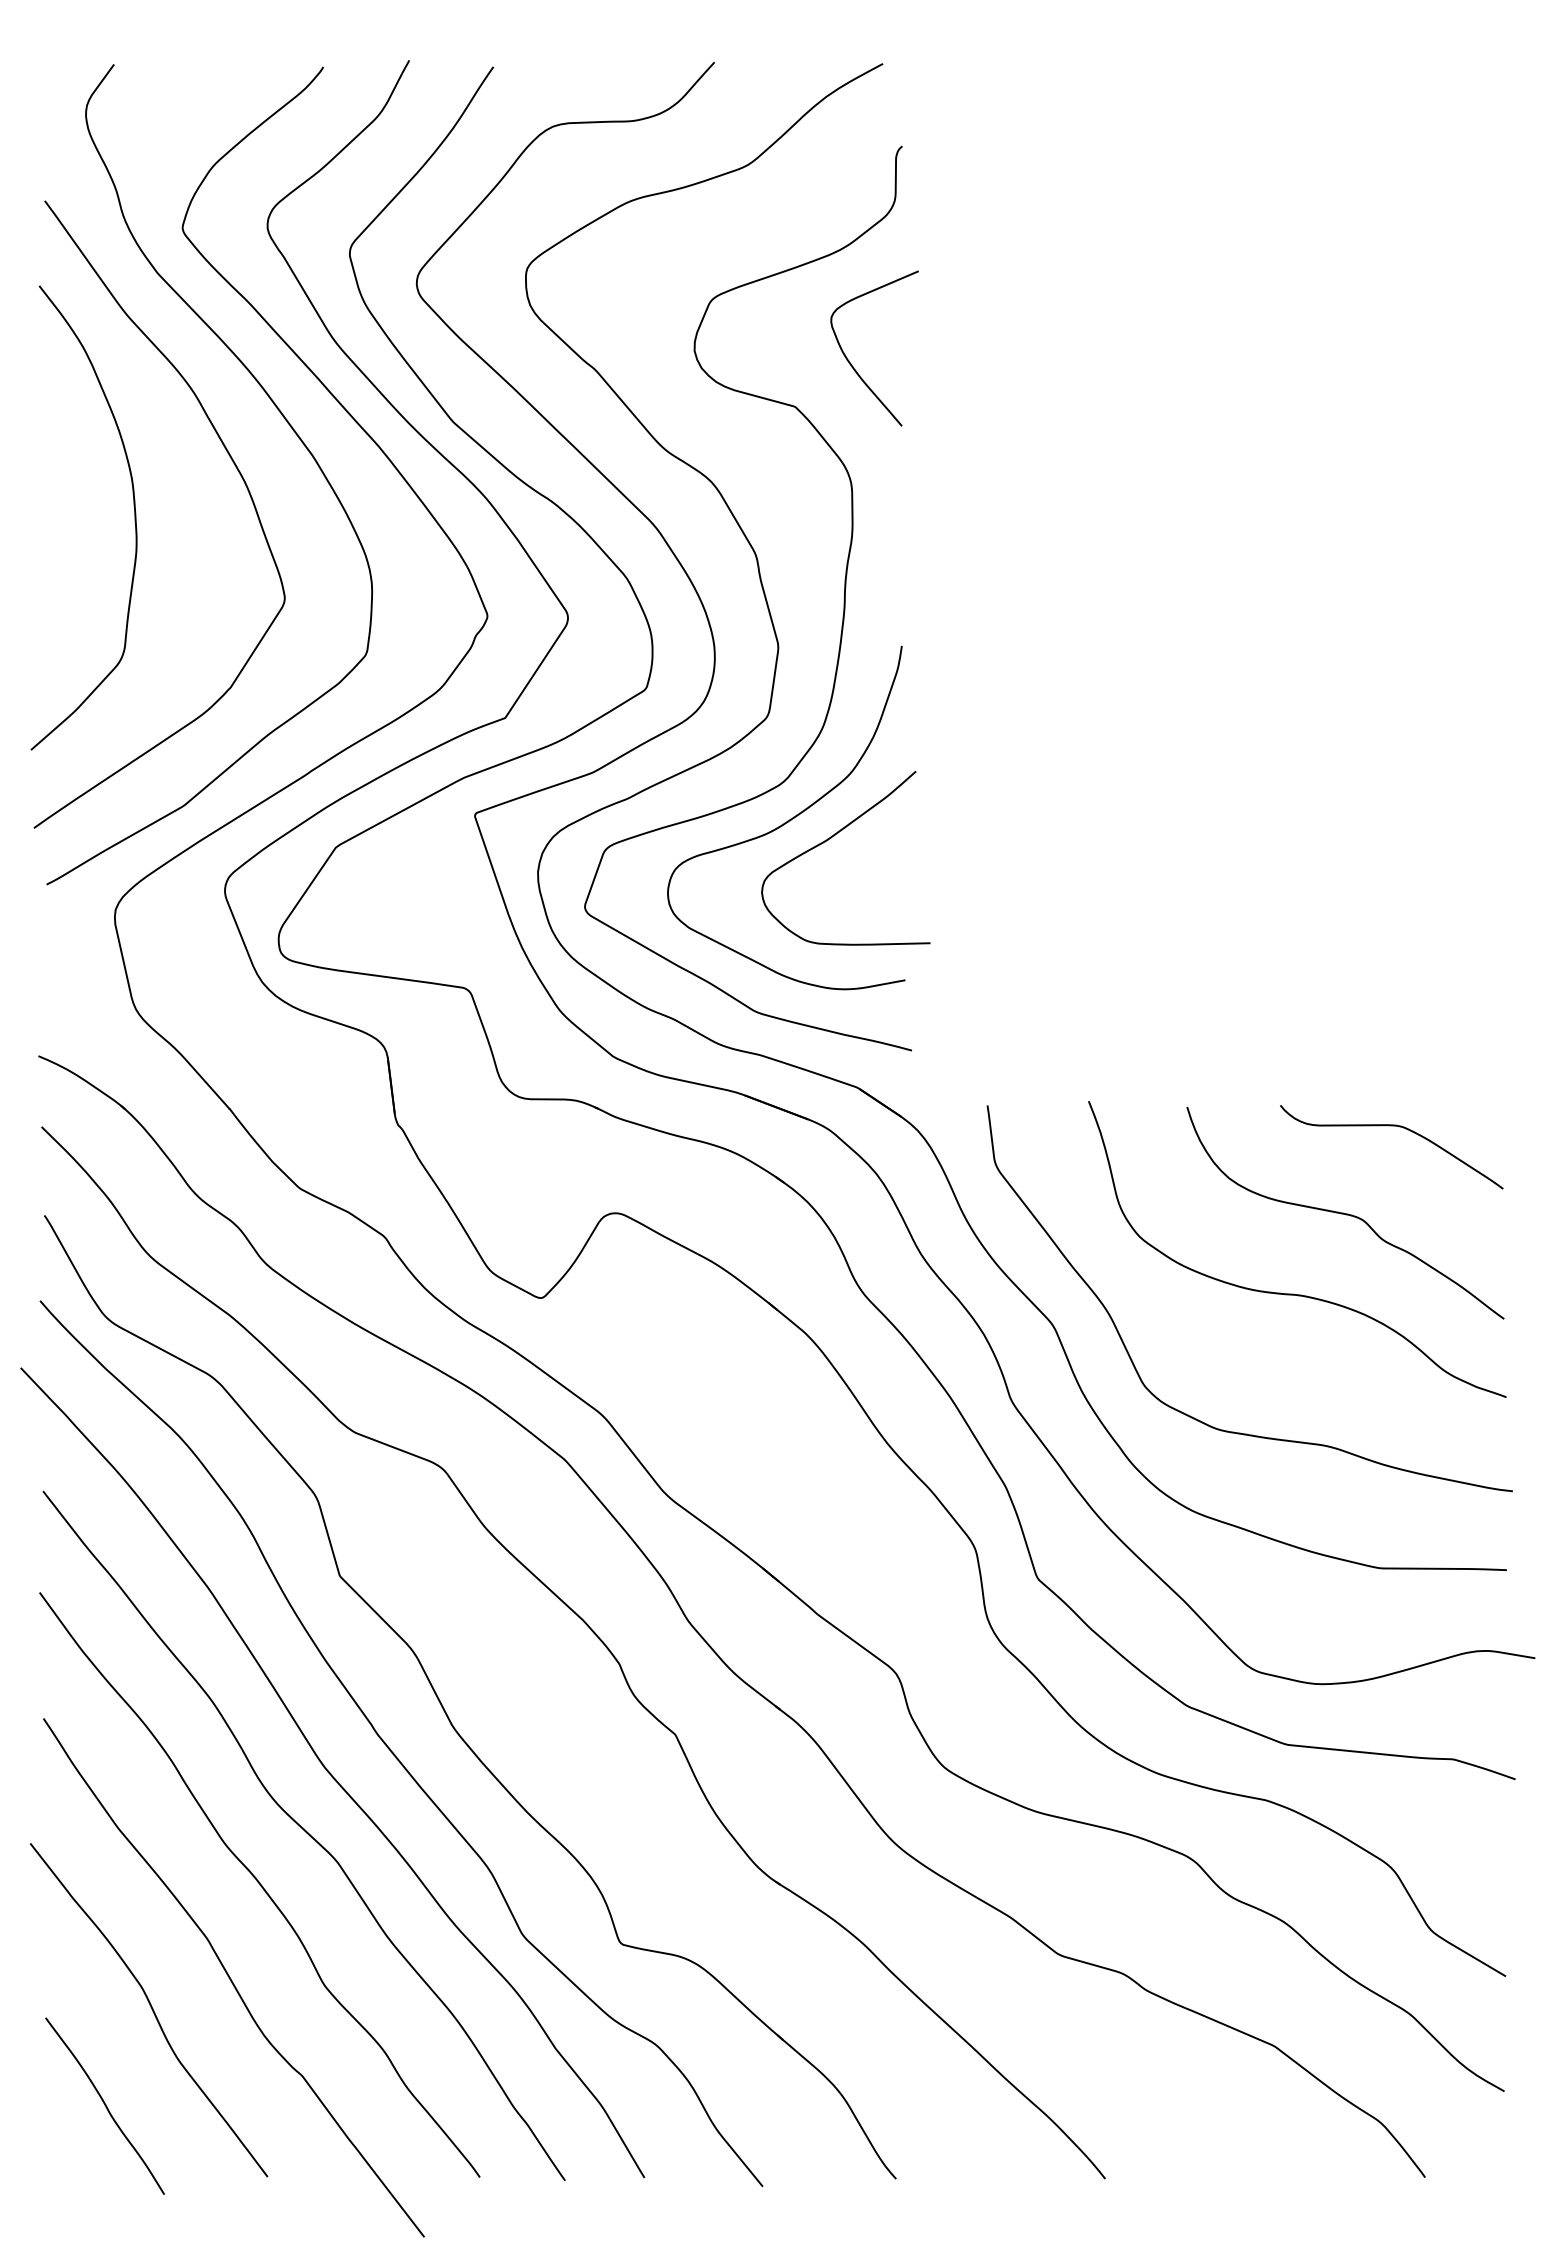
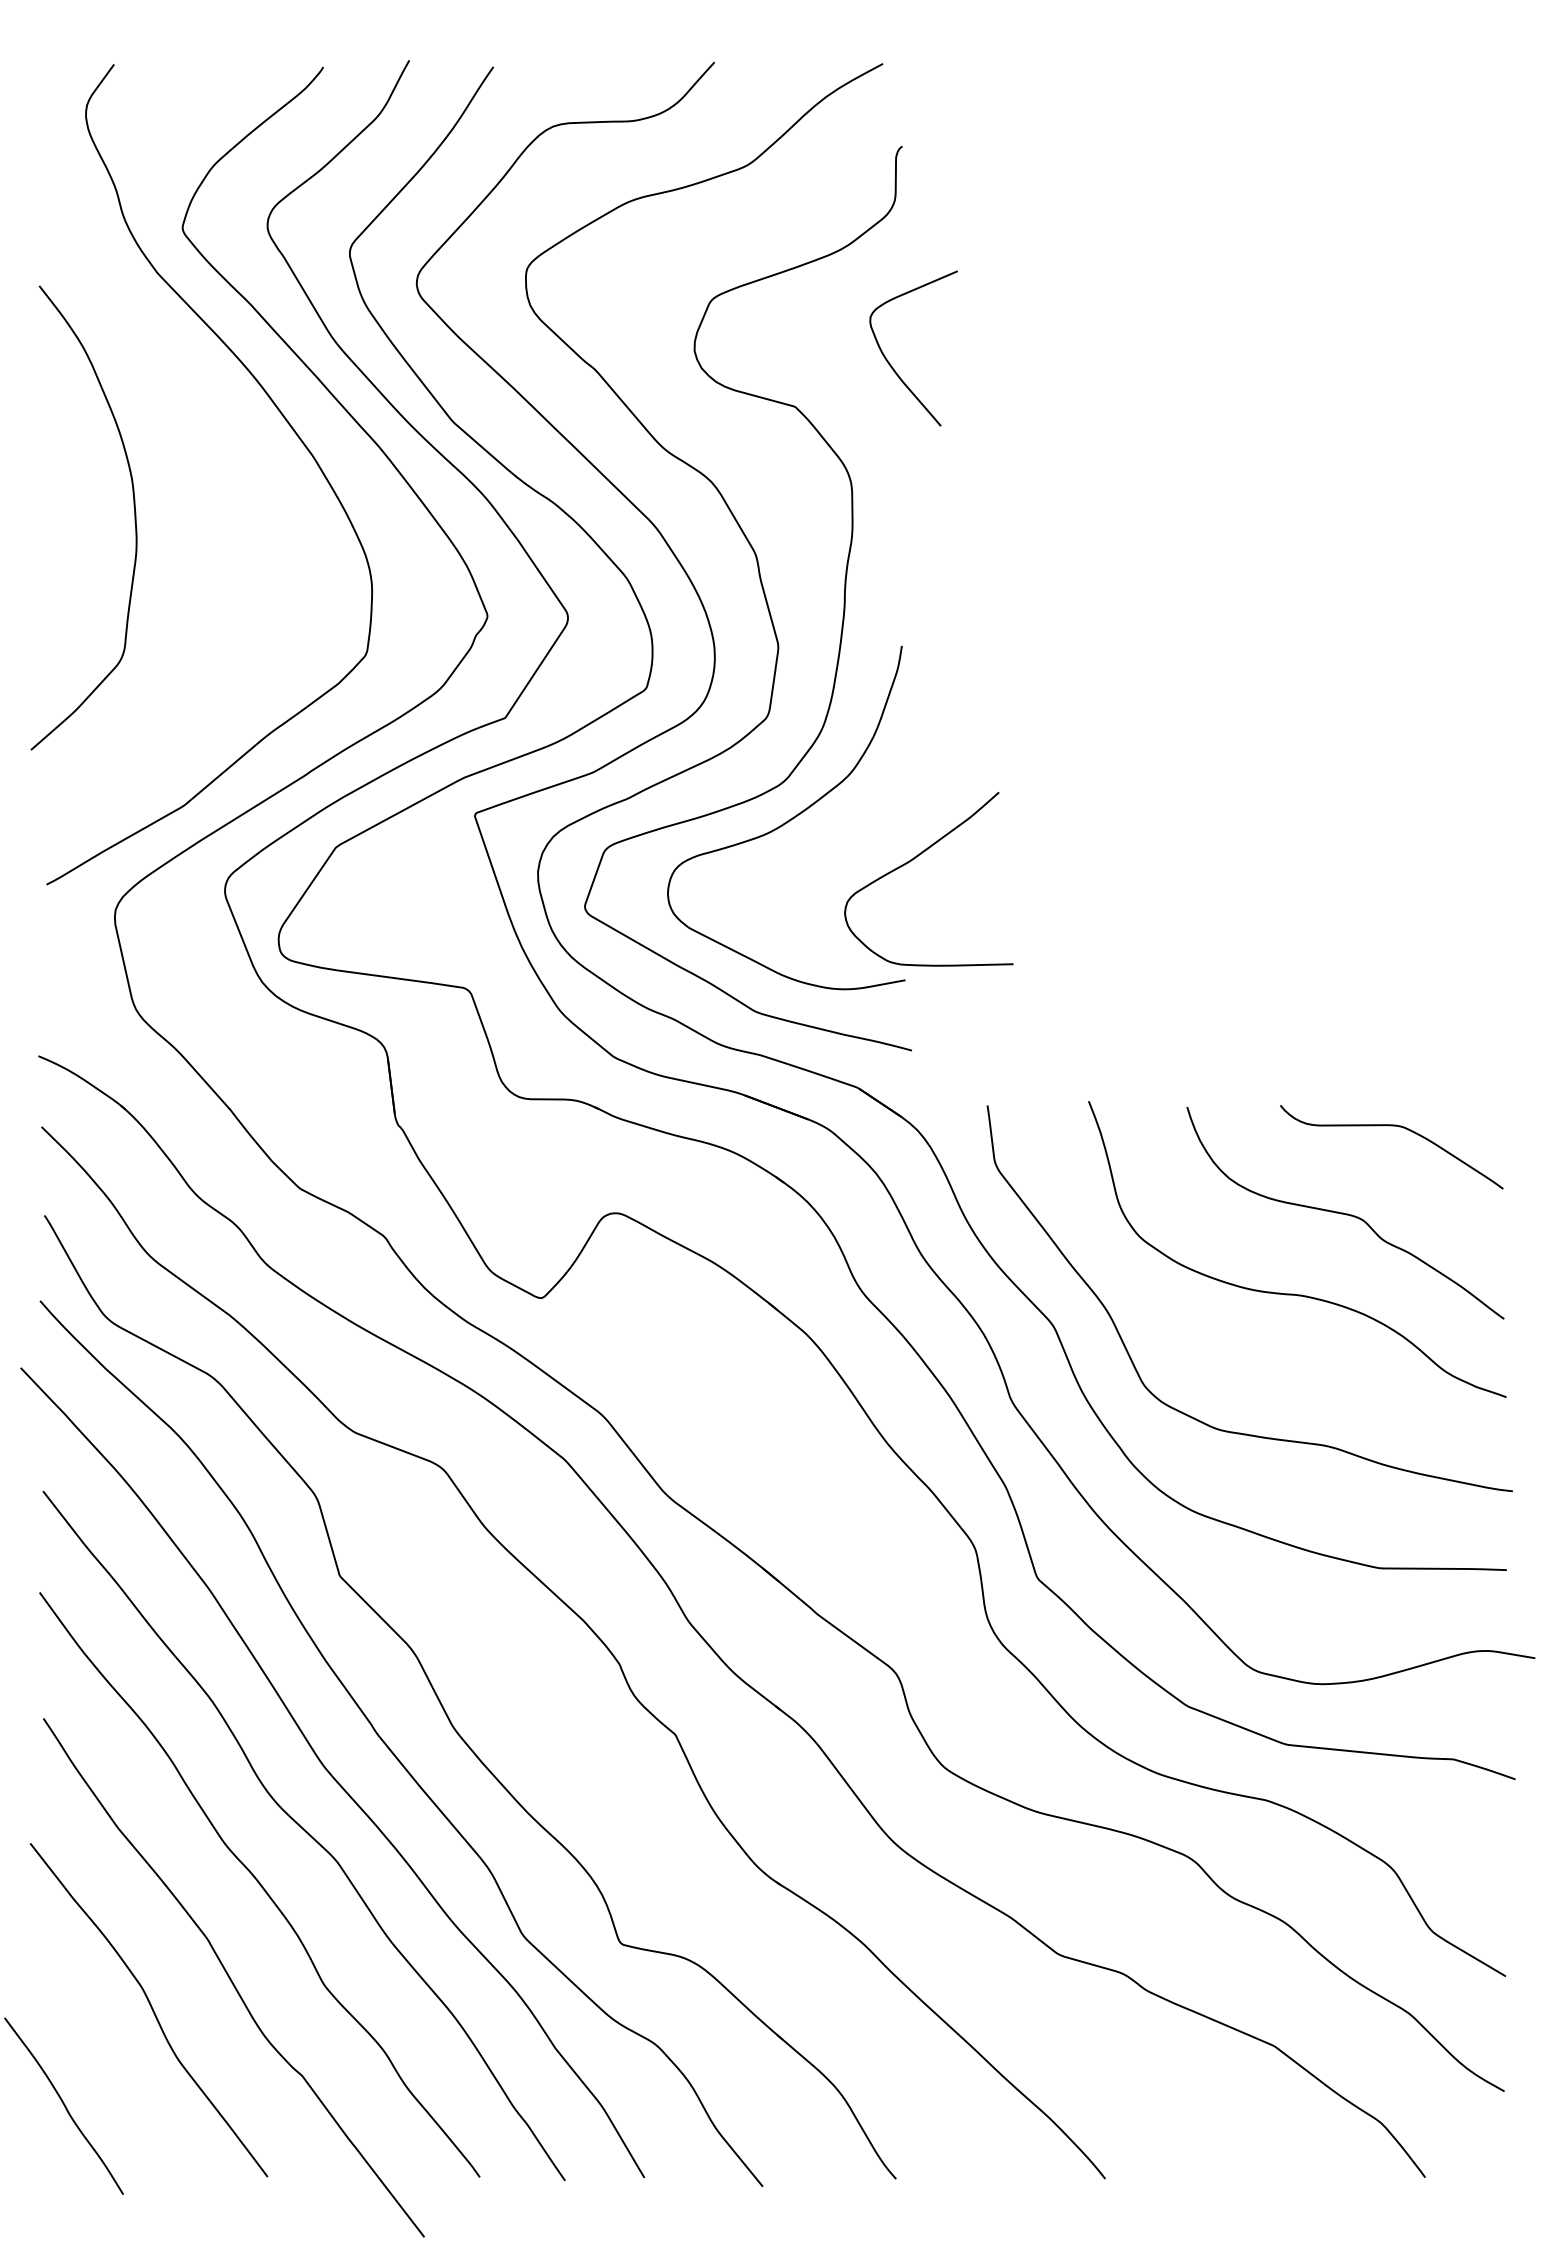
curve at (851, 363) position: (851, 363) -> (890, 363)
curve at (235, 467): present -> none
curve at (831, 838) position: (831, 838) -> (914, 859)
curve at (104, 2105) position: (104, 2105) -> (63, 2105)
